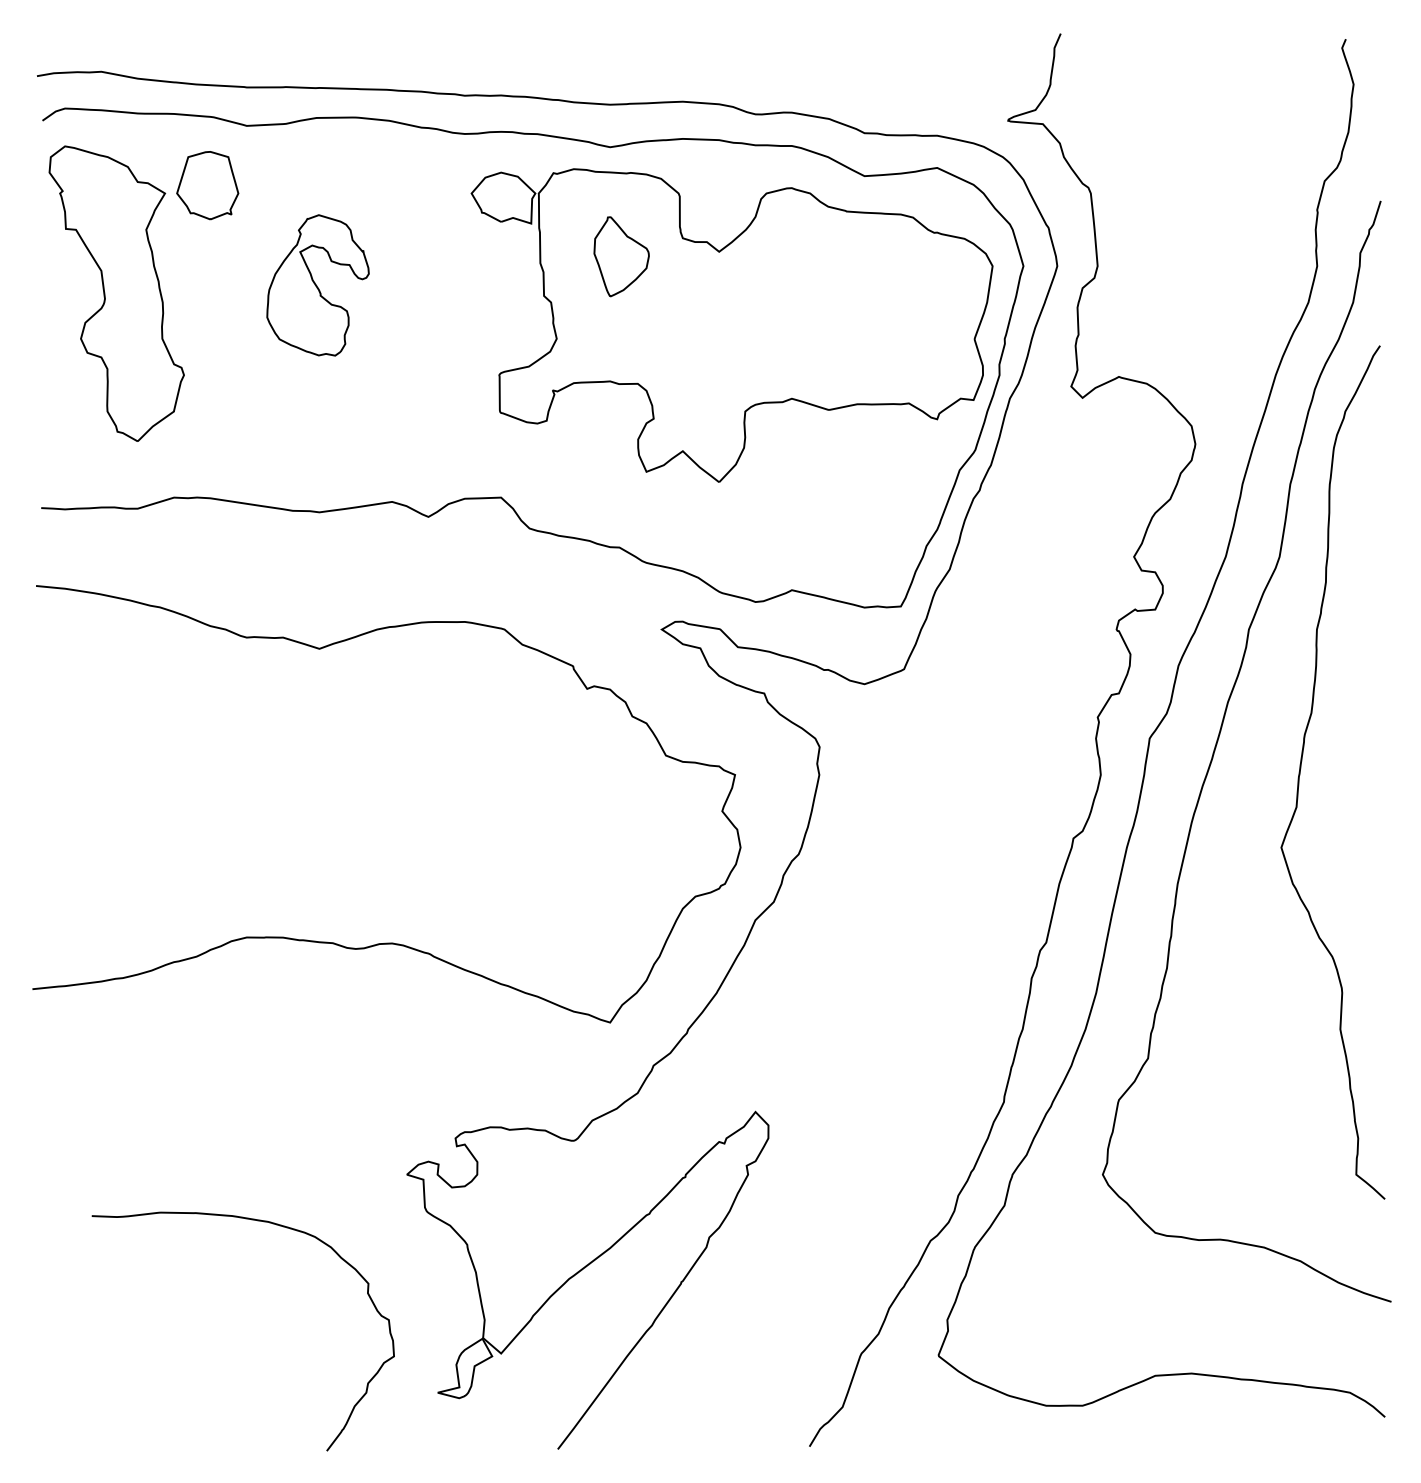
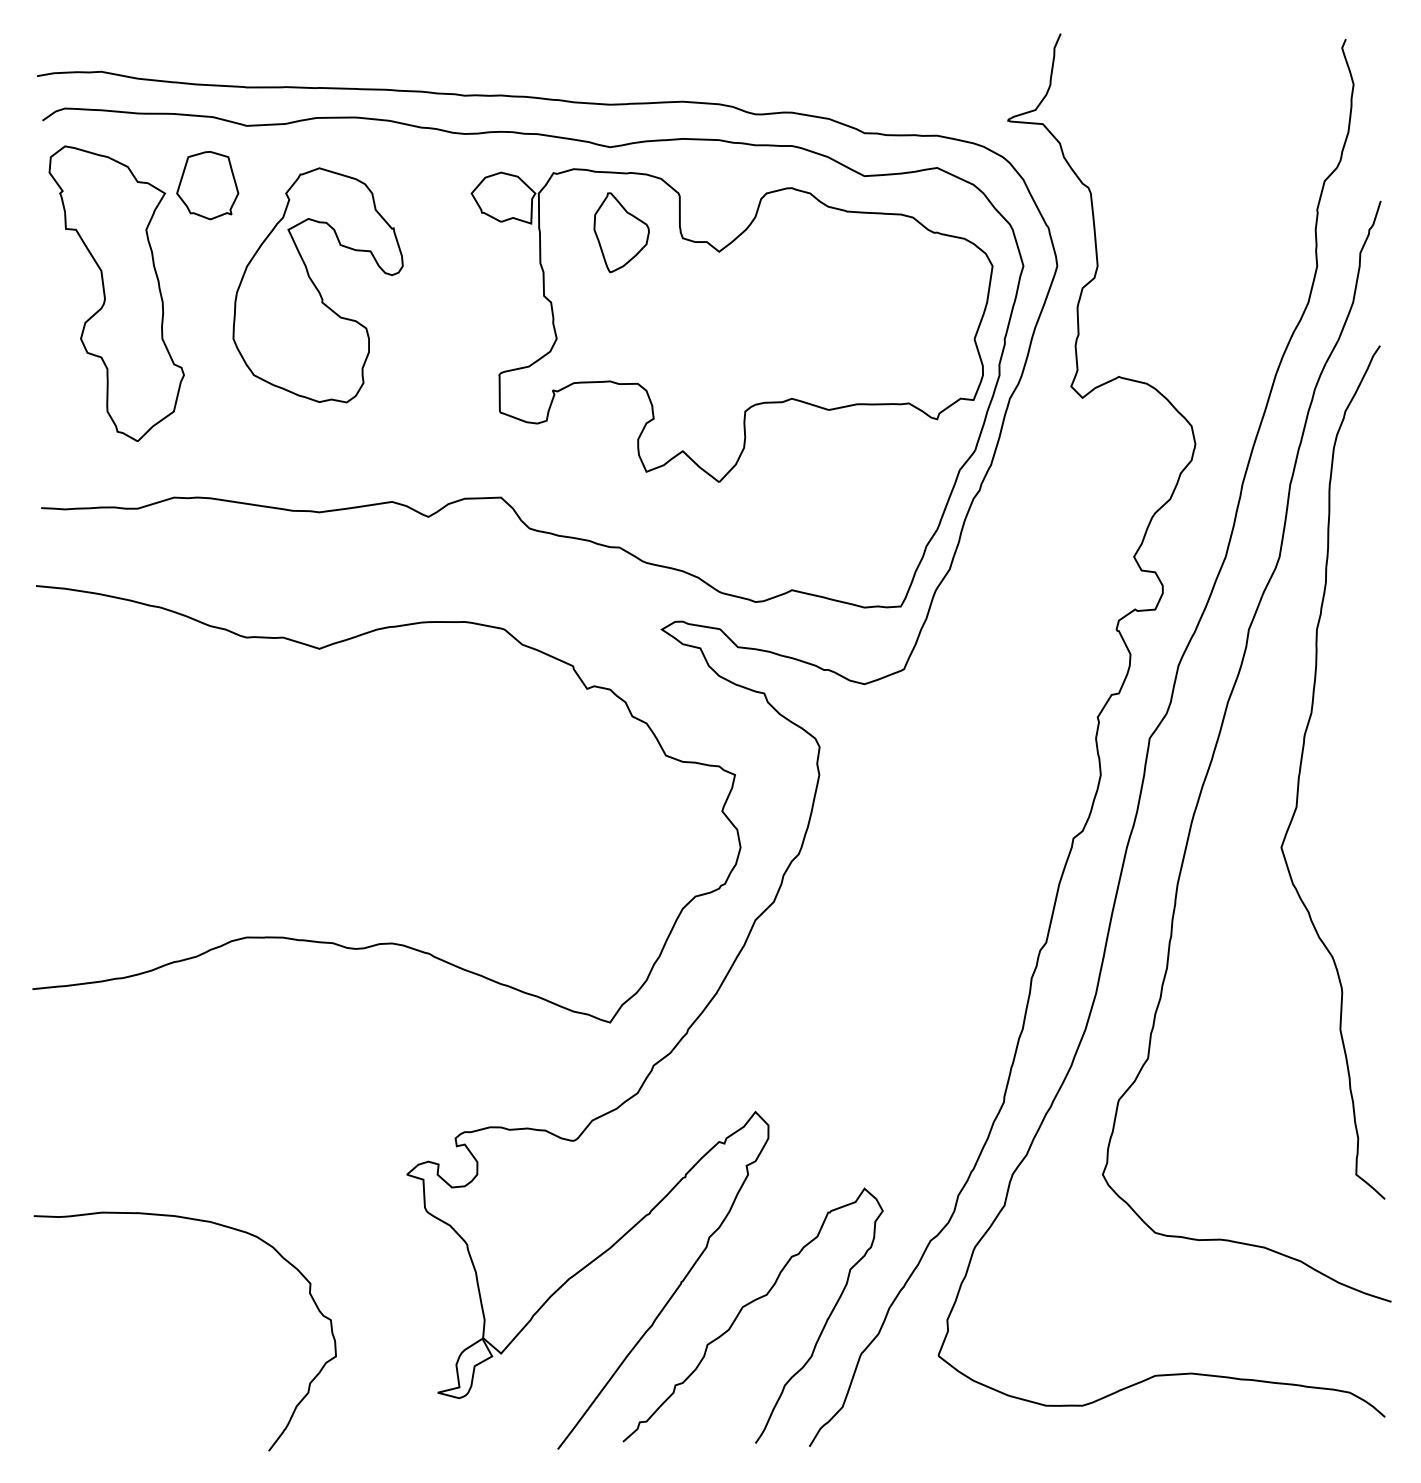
part at (621, 256) position: (621, 256) -> (621, 232)
part at (317, 285) size: 104x143 px -> 172x237 px
curve at (263, 1222) position: (263, 1222) -> (205, 1222)
curve at (746, 1306): none -> present
